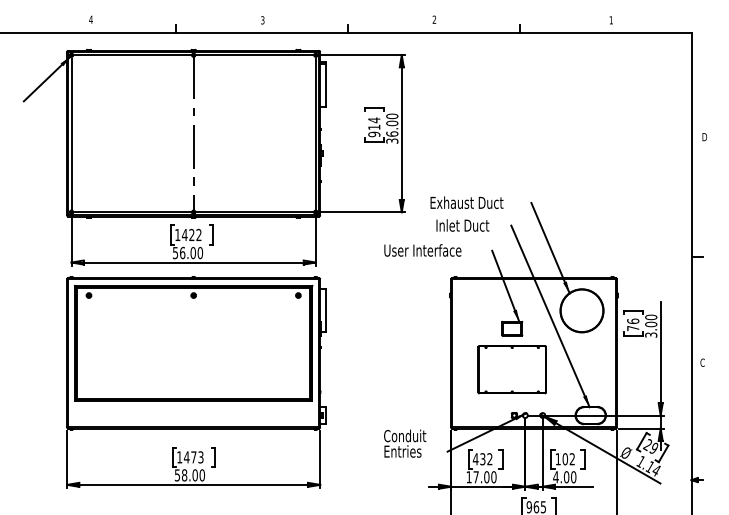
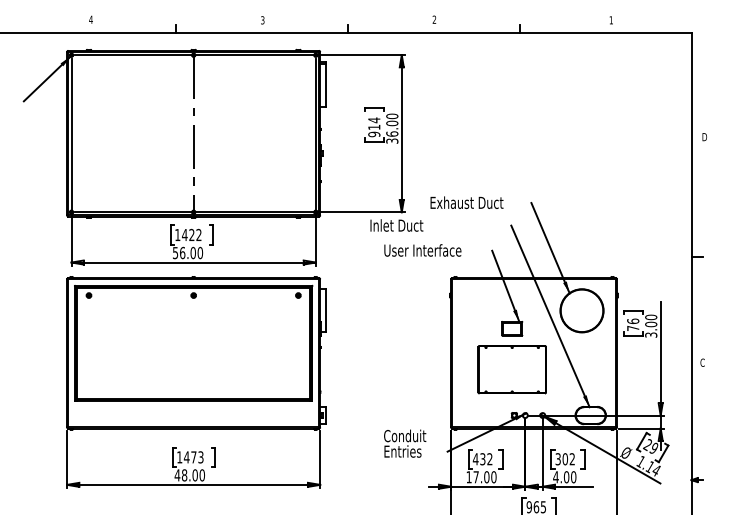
text at (462, 225) position: (462, 225) -> (396, 225)
text at (557, 459): 102 -> 302
text at (177, 475): 58.00 -> 48.00
